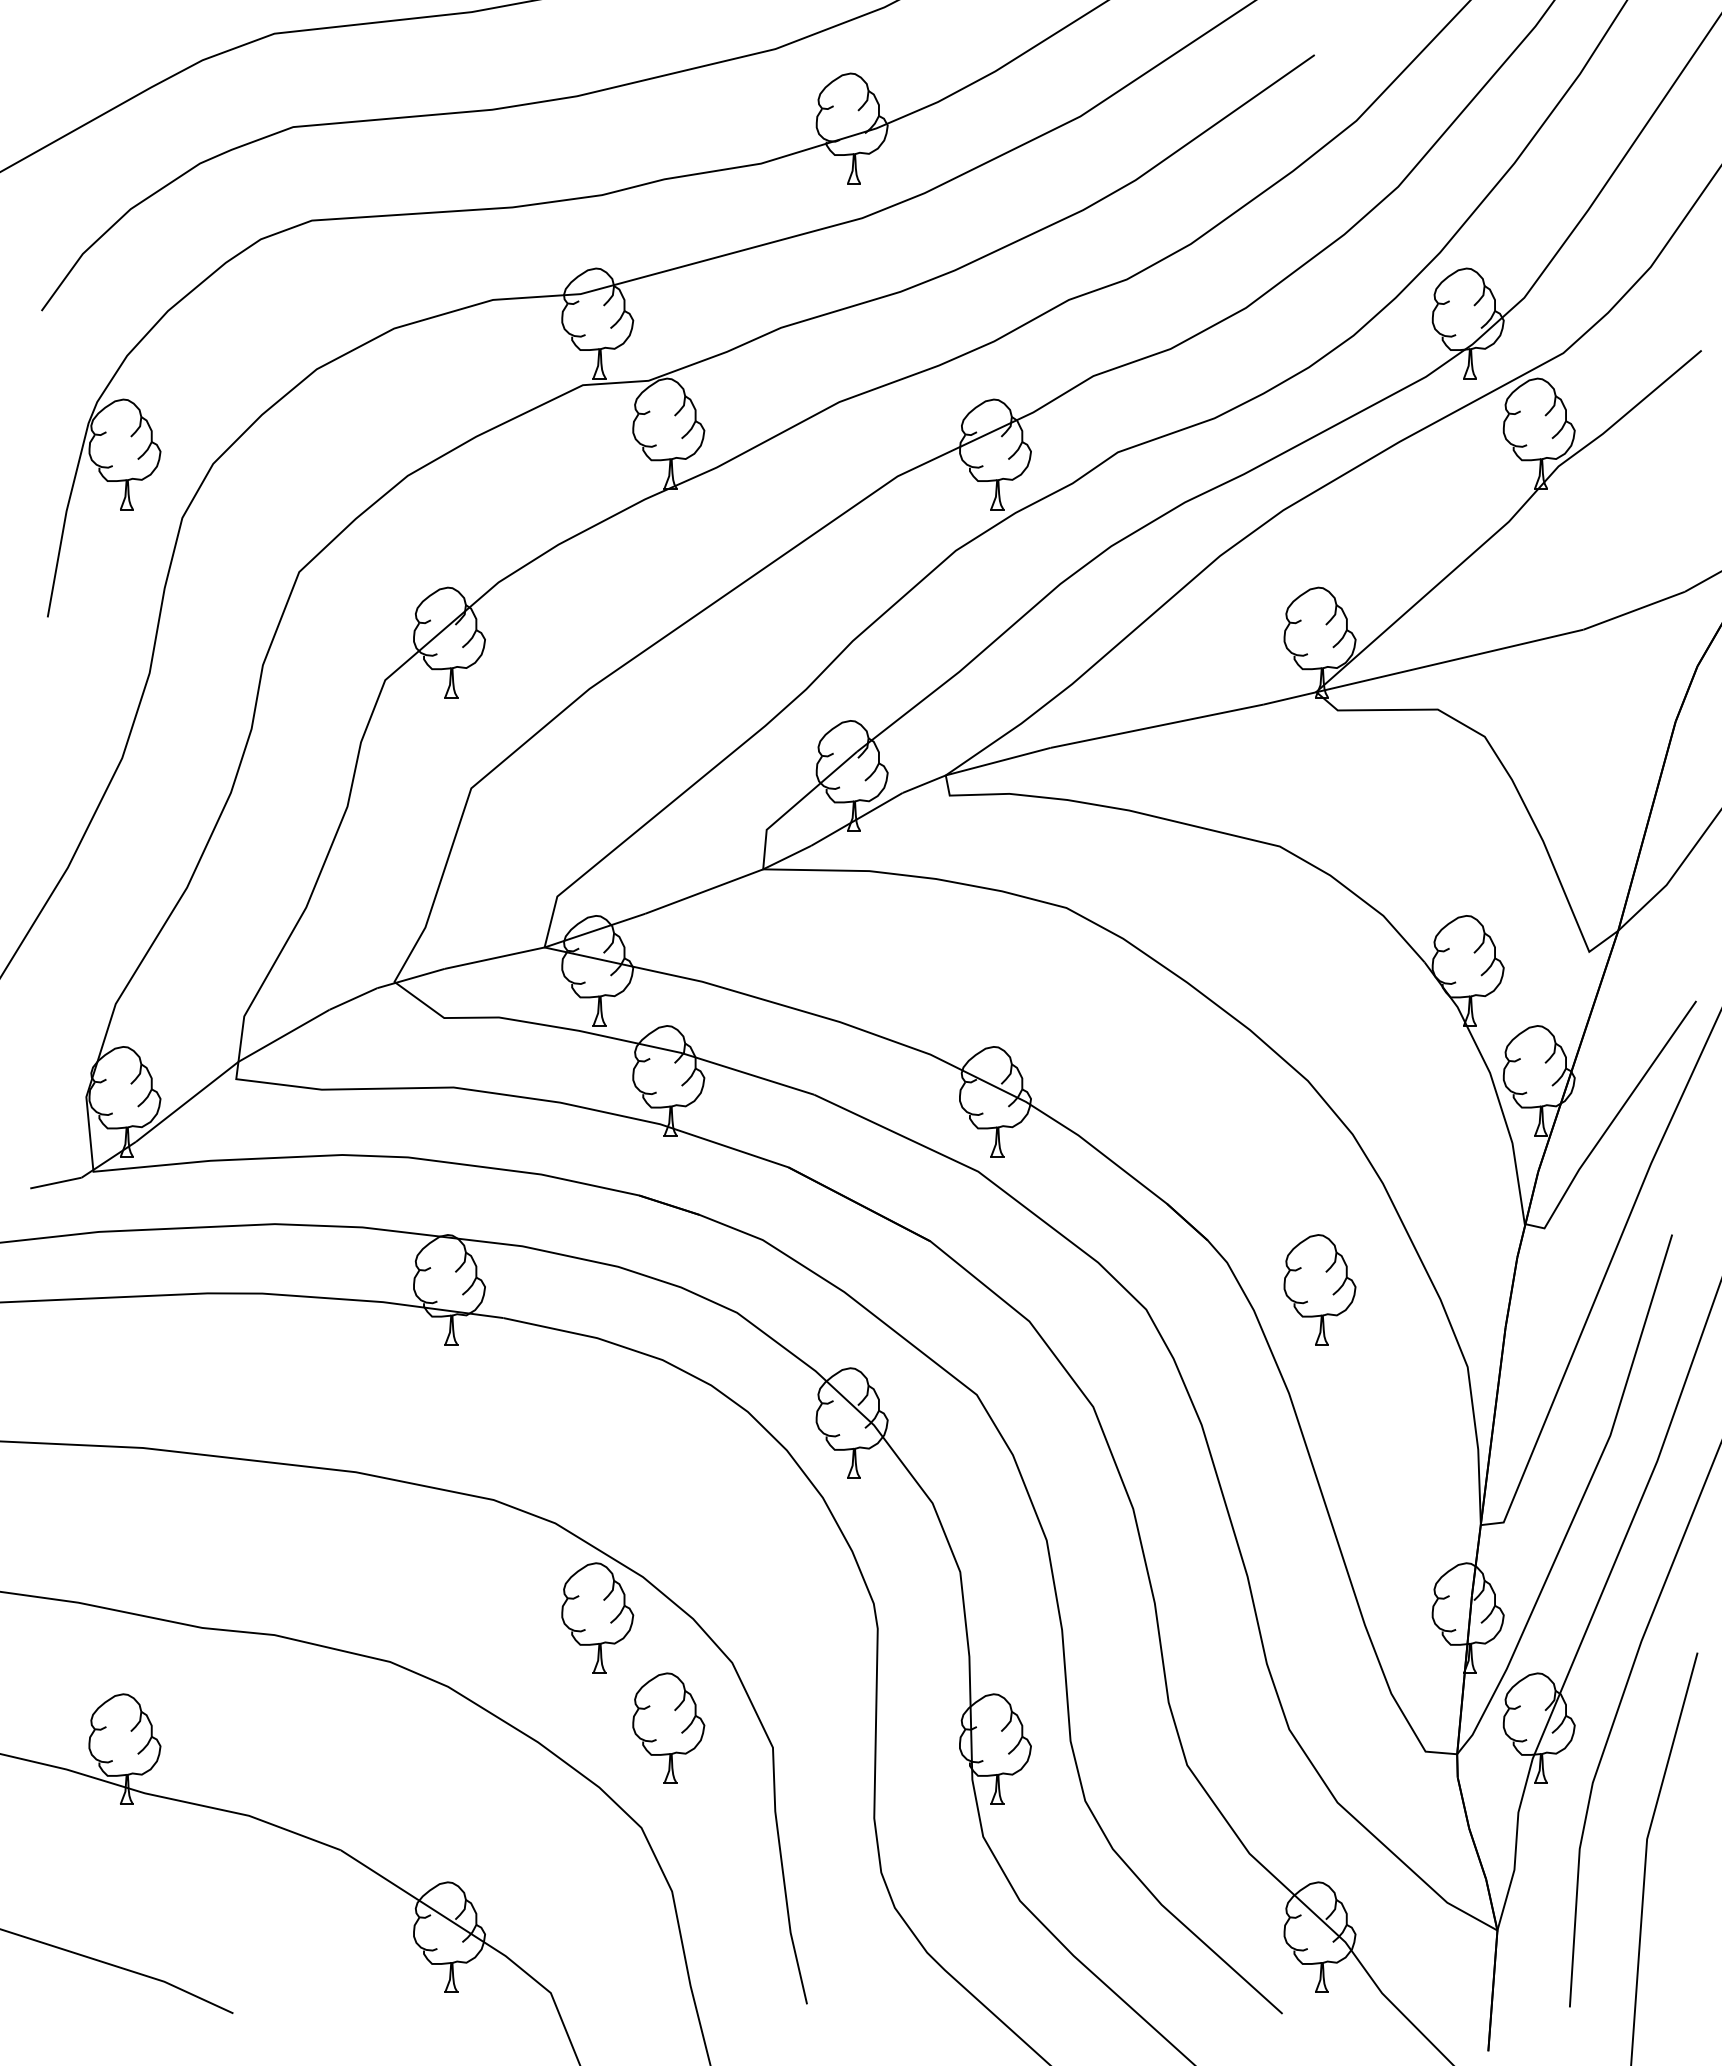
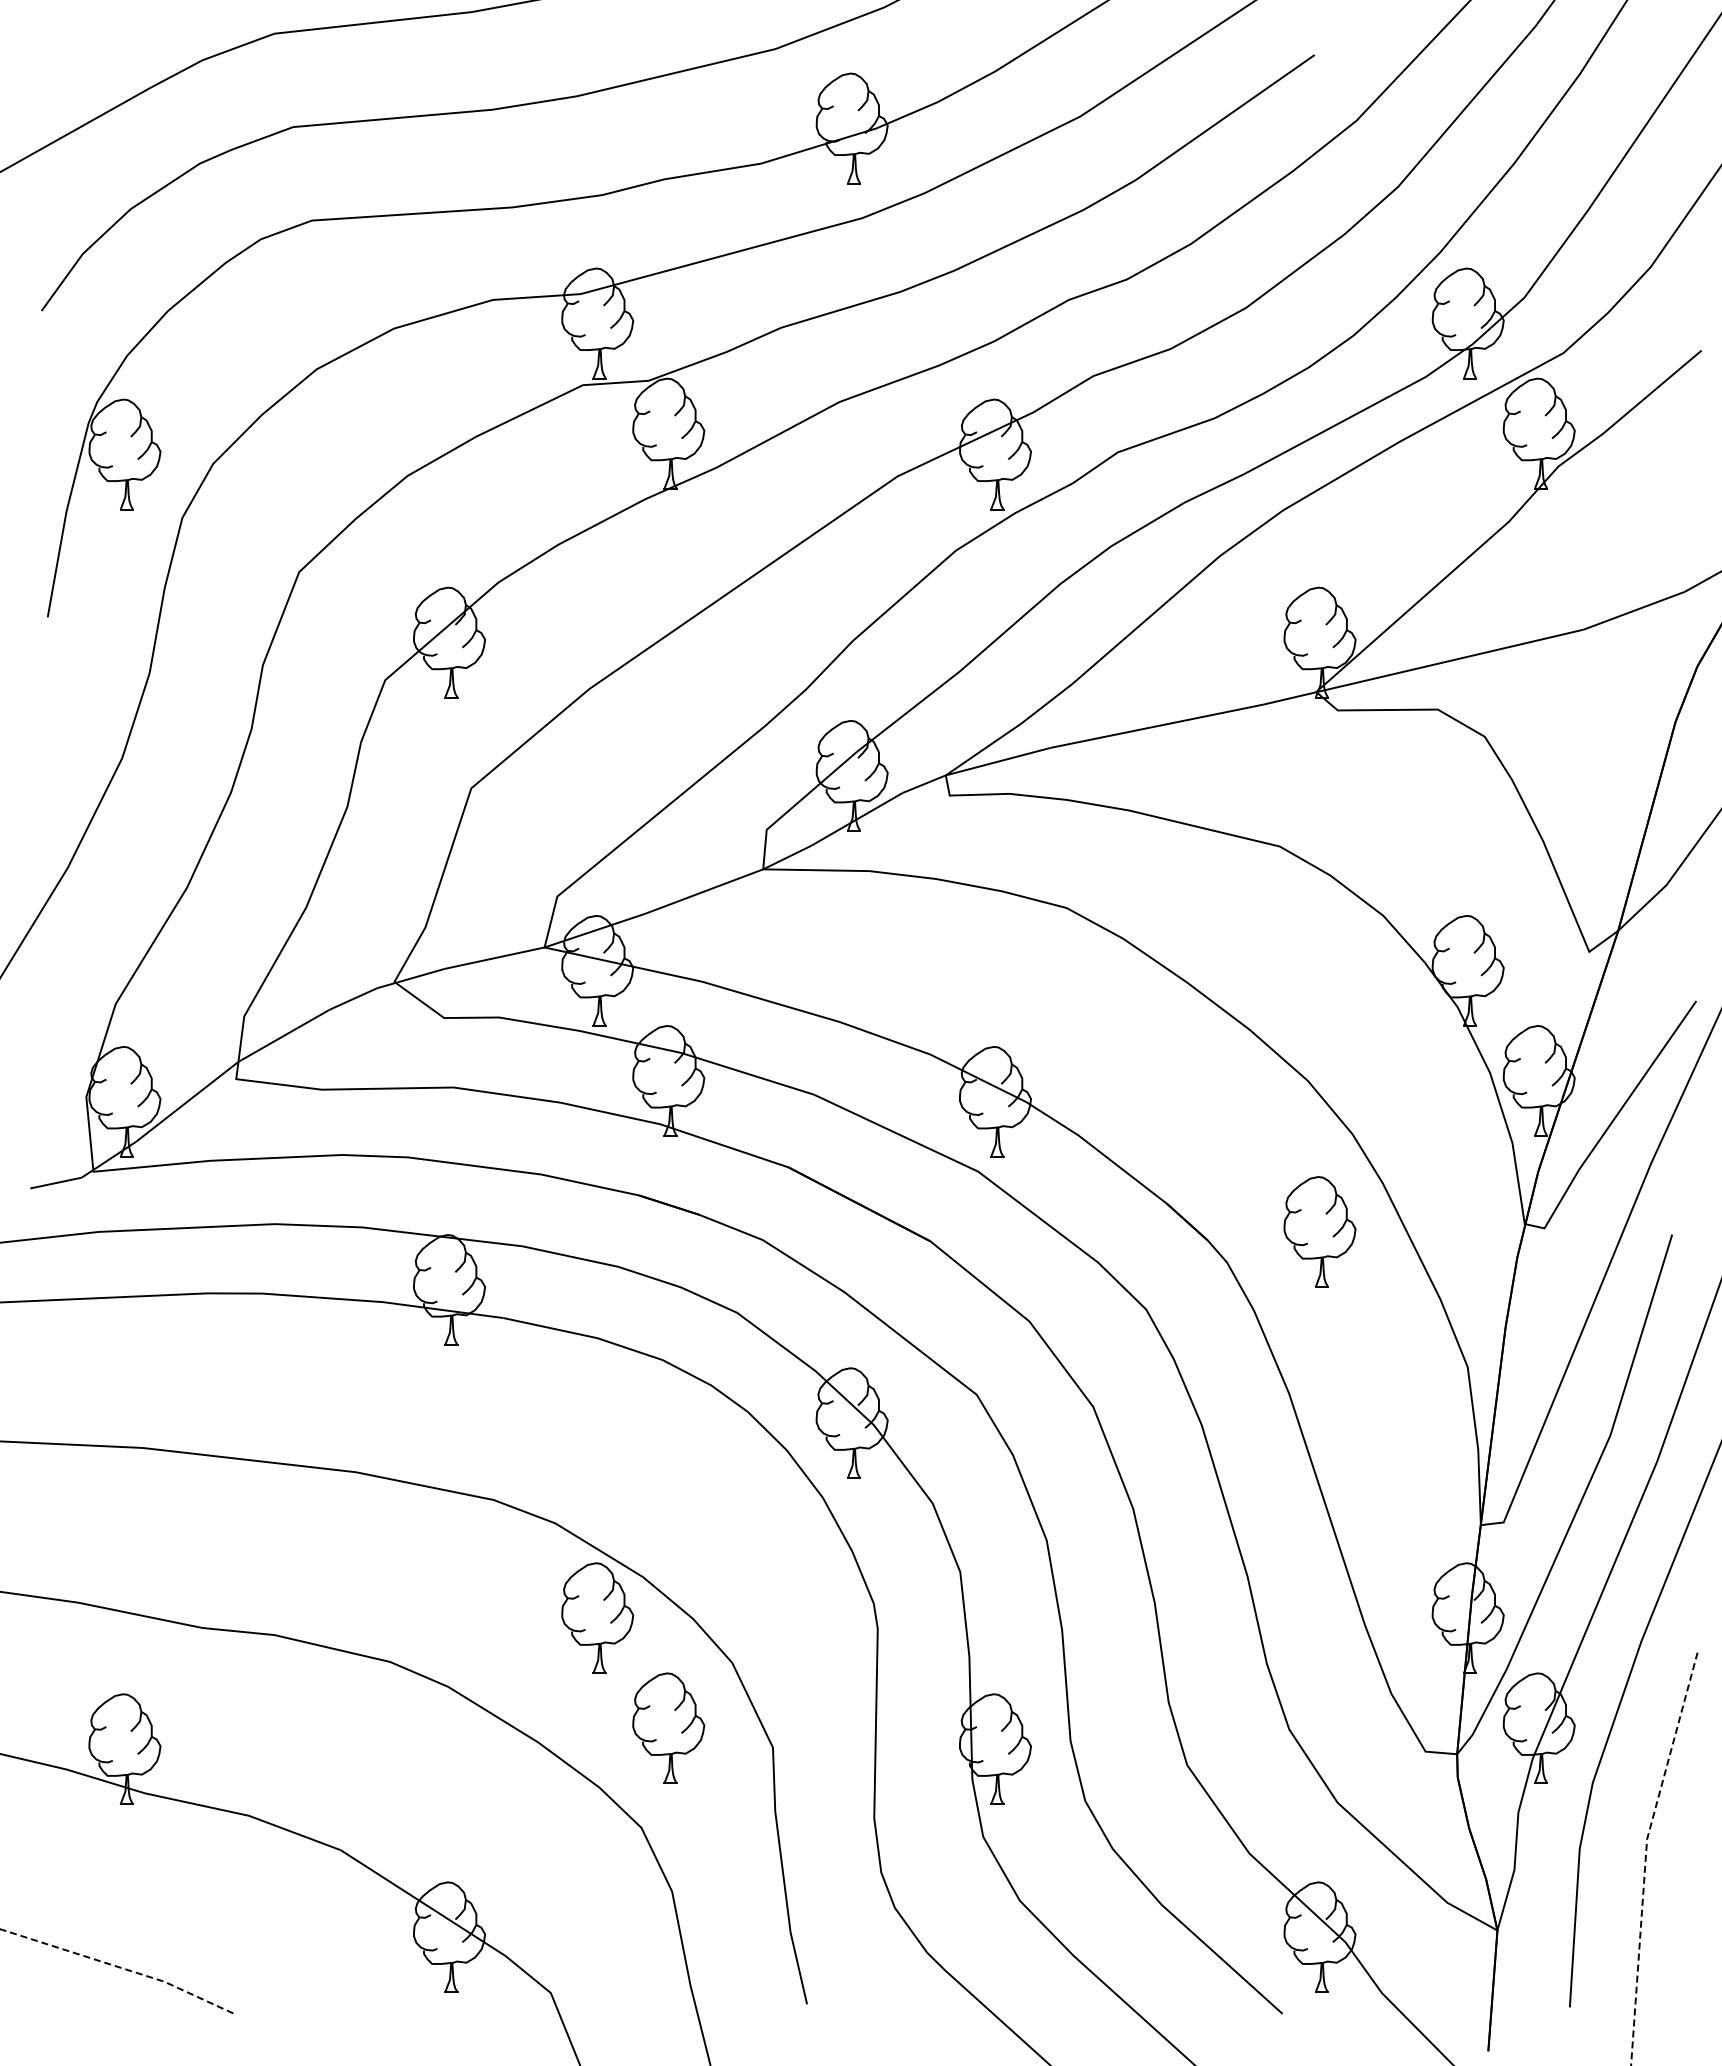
part at (1319, 1289) position: (1319, 1289) -> (1319, 1231)
line at (1646, 1855): solid -> dashed
line at (118, 1967): solid -> dashed
